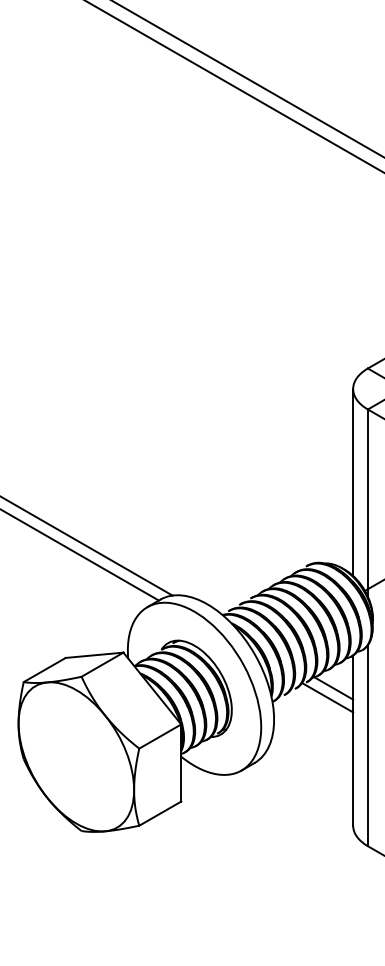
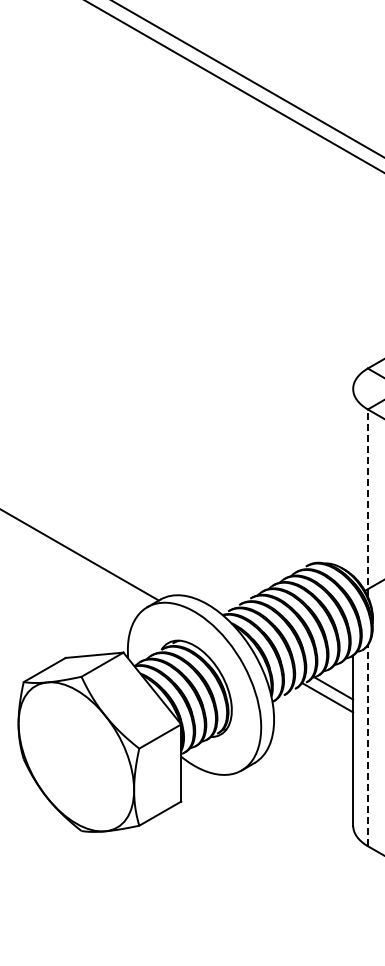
line at (353, 482): present -> none
line at (367, 502): solid -> dashed
line at (87, 546): present -> none
line at (367, 745): solid -> dashed
